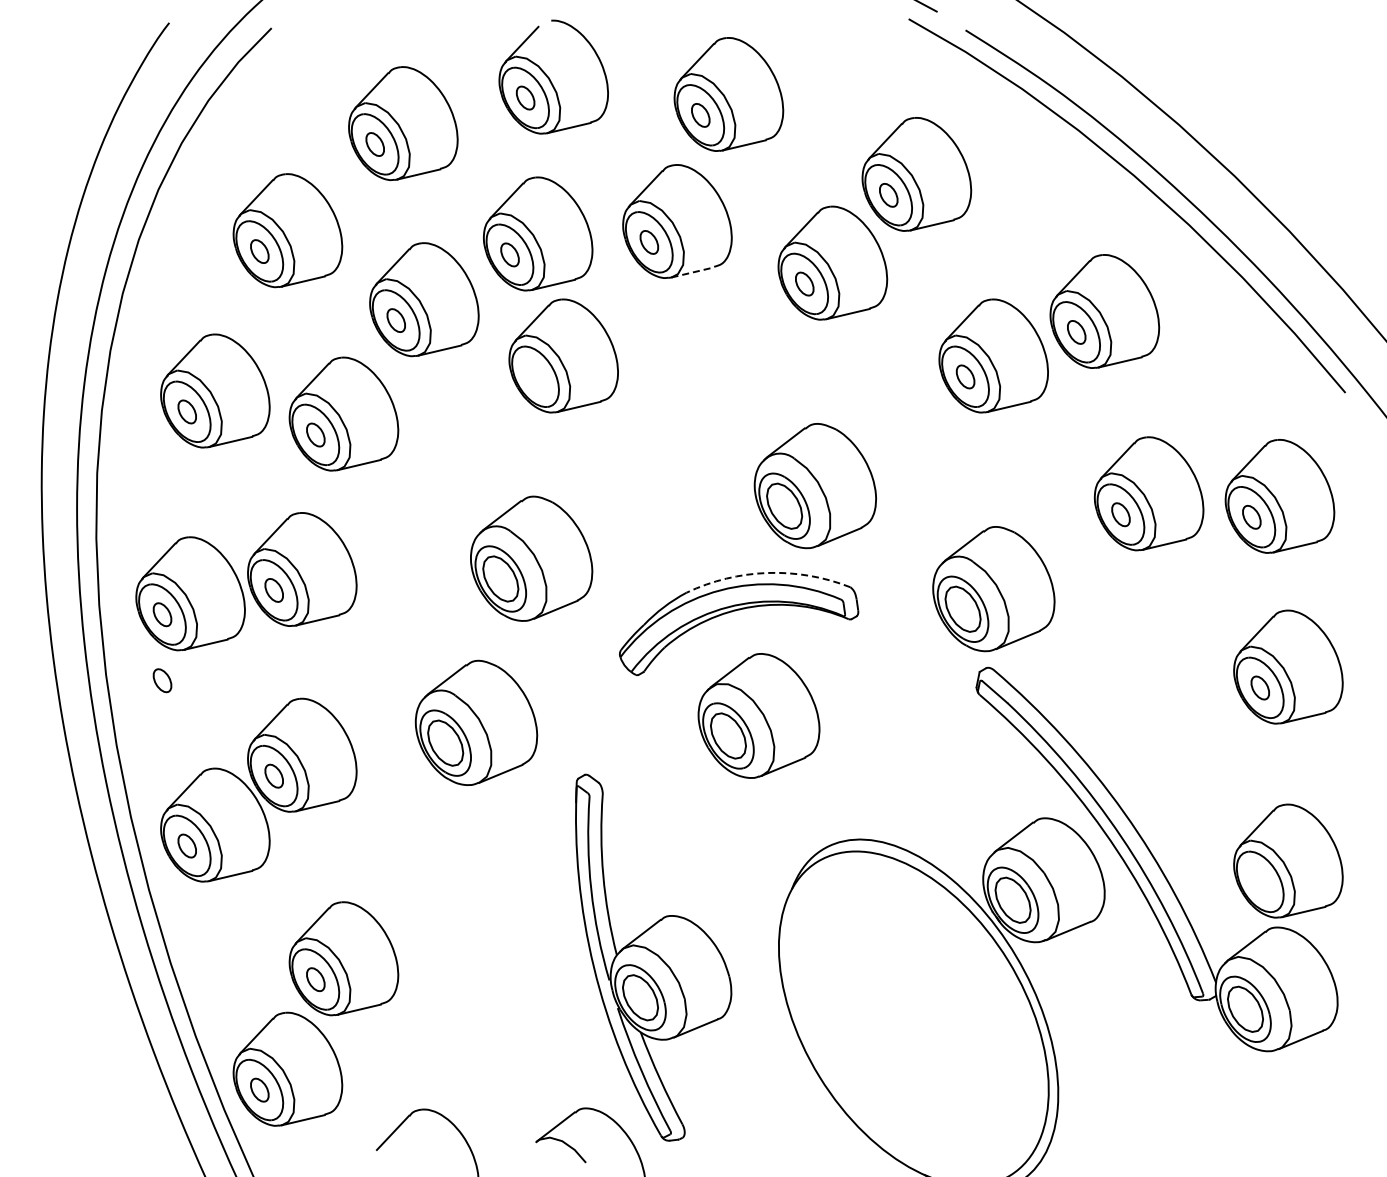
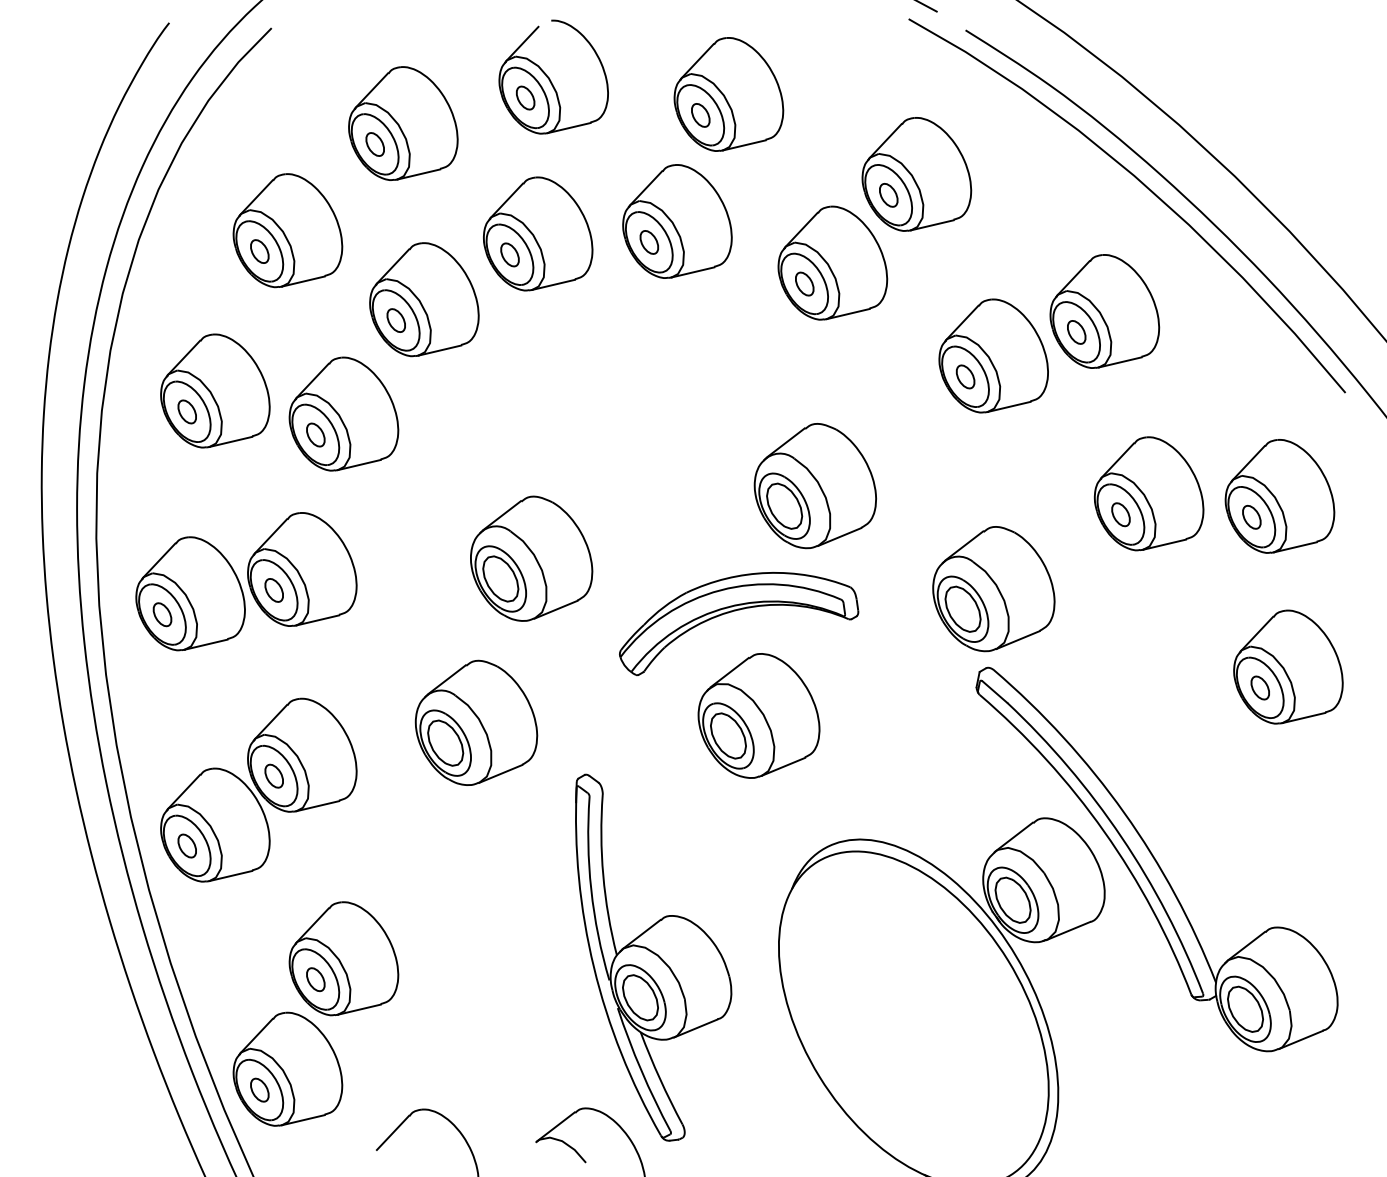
line at (692, 272): dashed -> solid
part at (563, 355): present -> none
arc at (767, 572): dashed -> solid
part at (162, 680): present -> none
part at (1288, 860): present -> none
